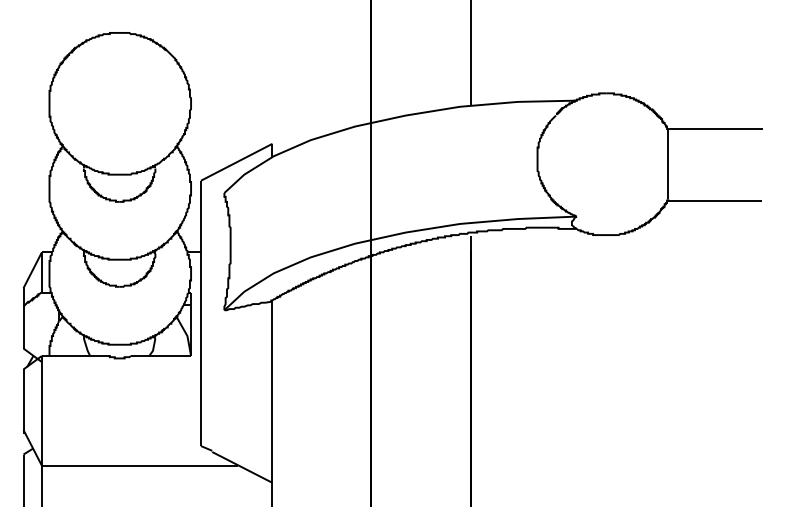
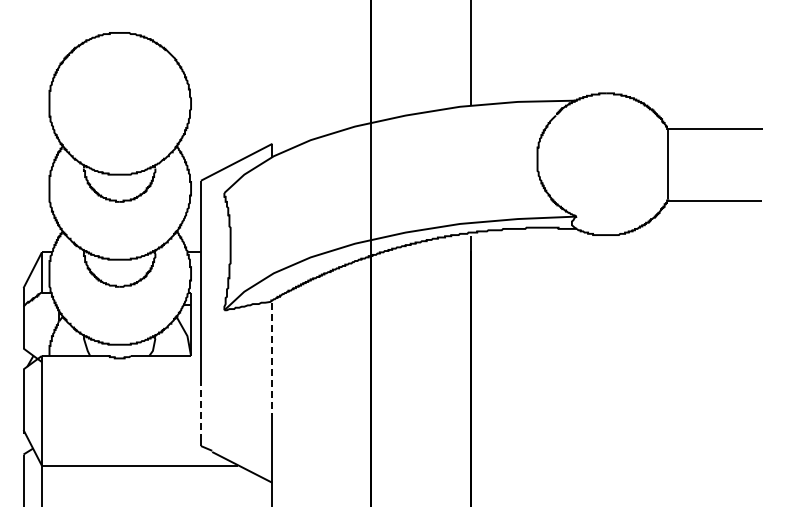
line at (272, 360): solid -> dashed
line at (200, 413): solid -> dashed
